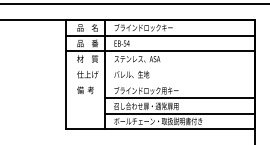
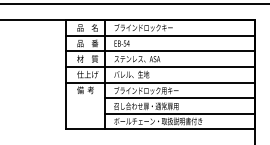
line at (159, 66): none -> present
line at (159, 82): none -> present
